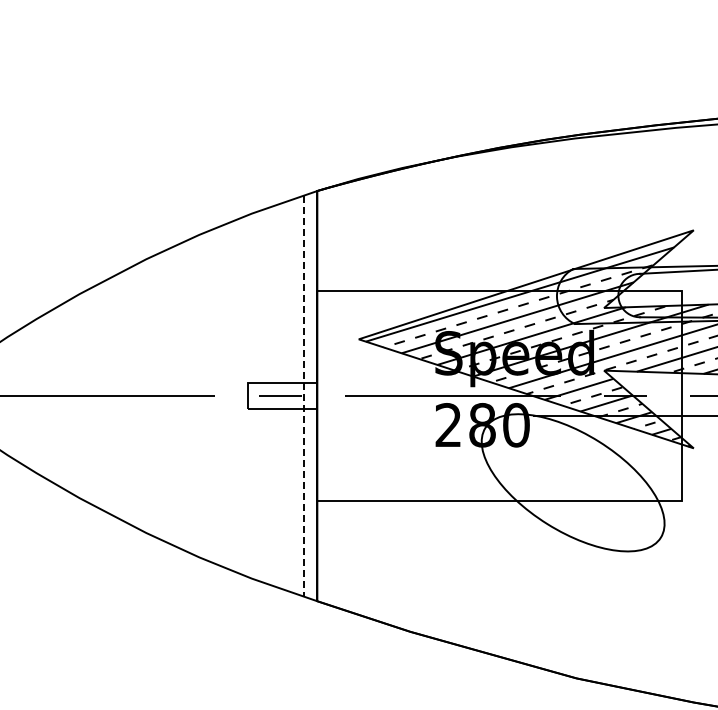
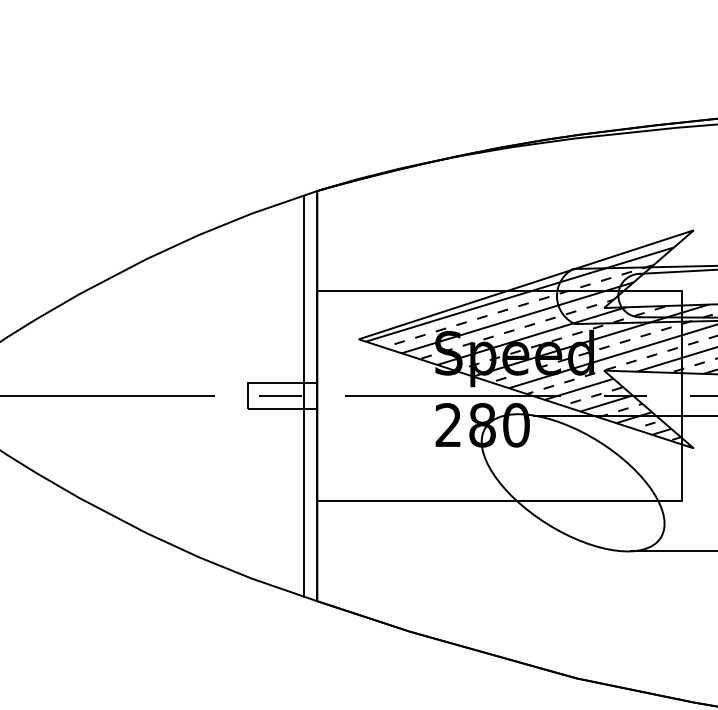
line at (303, 396): dashed -> solid
line at (672, 551): none -> present
